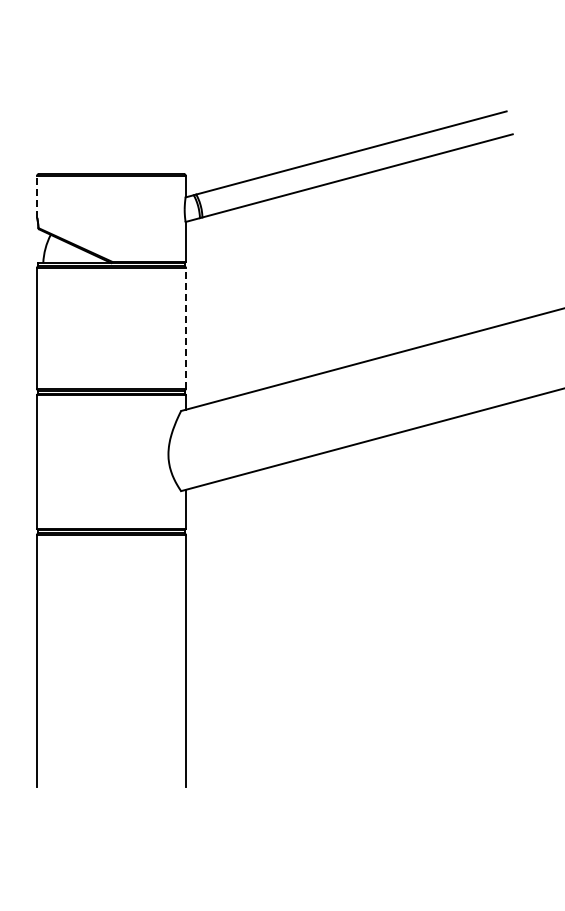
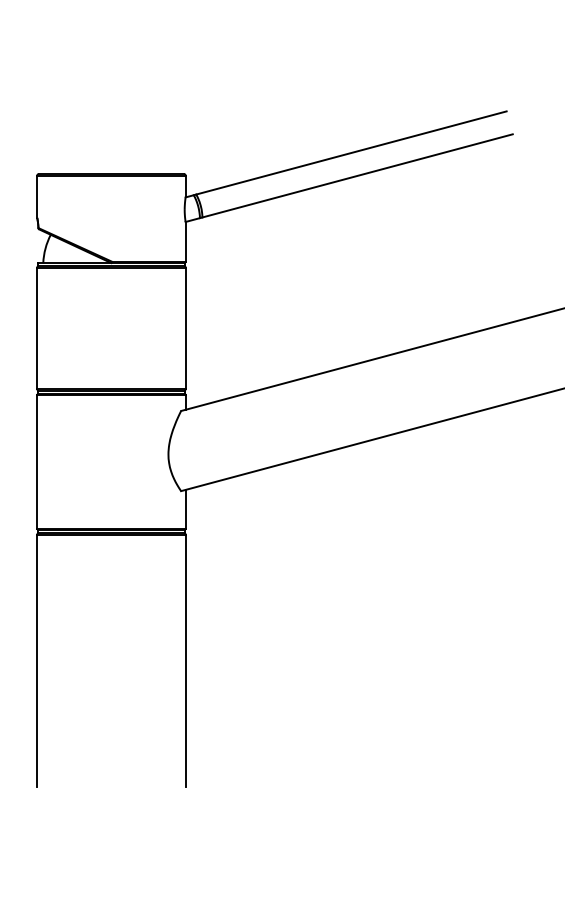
line at (37, 196): dashed -> solid
line at (185, 328): dashed -> solid
